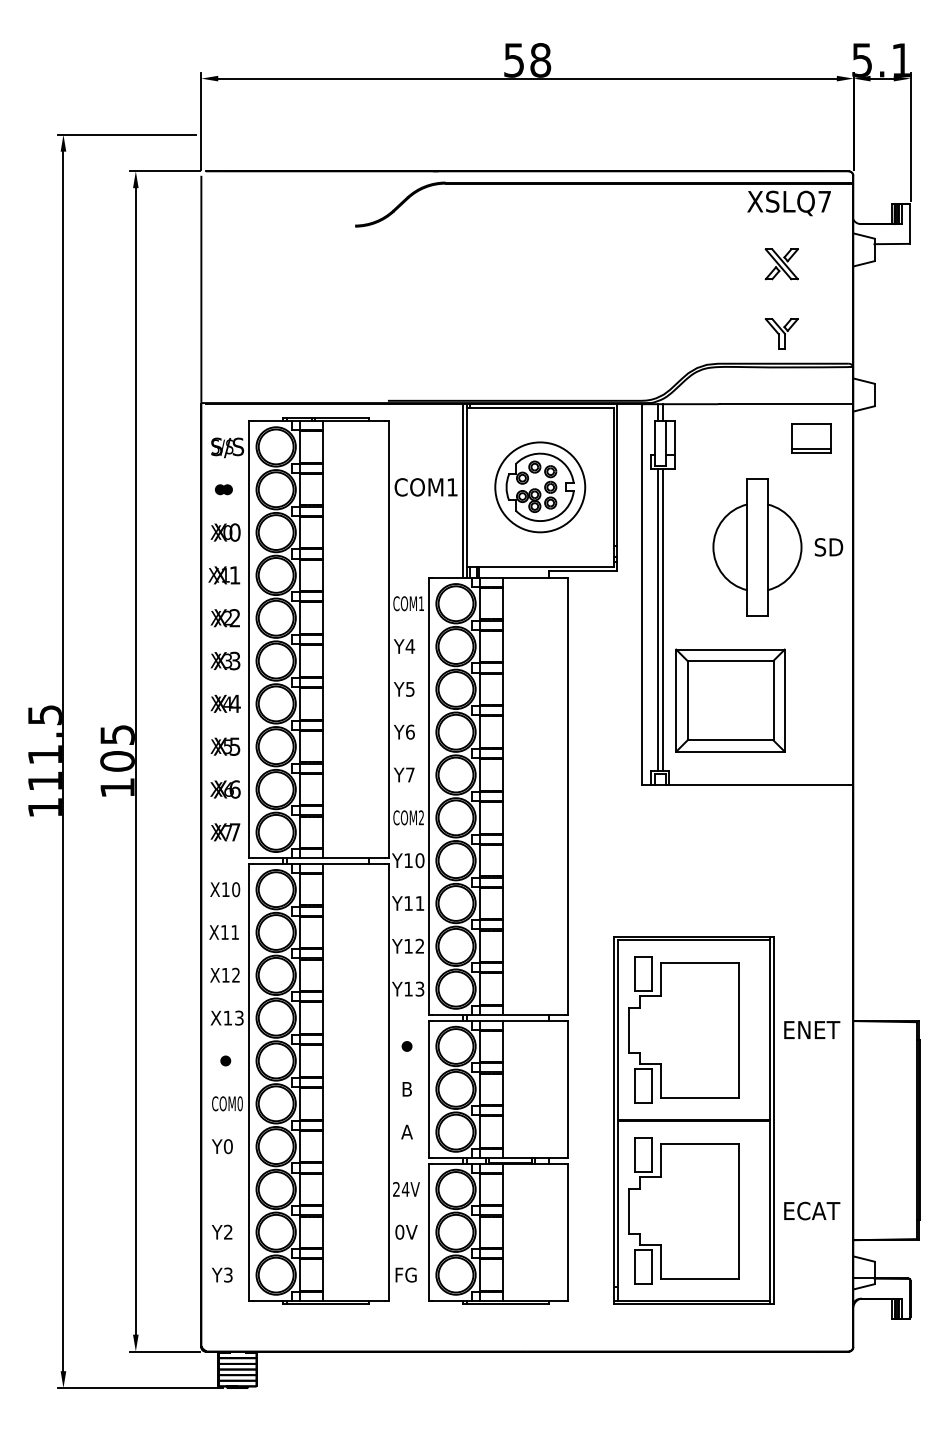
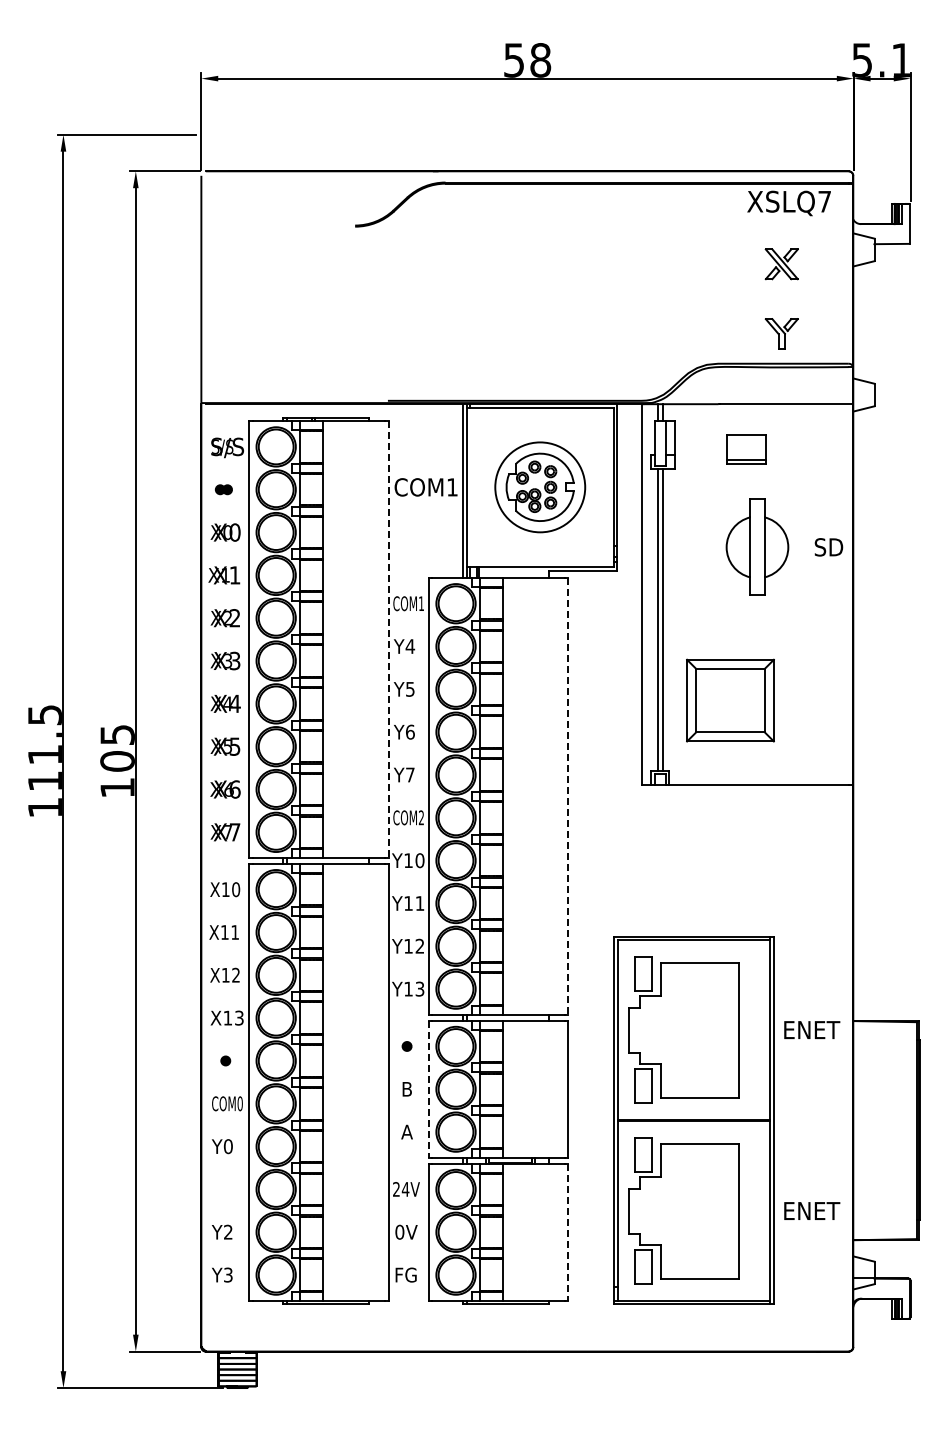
part at (811, 438) position: (811, 438) -> (746, 449)
part at (757, 547) size: 91x139 px -> 65x98 px
line at (388, 639): solid -> dashed
part at (730, 700) size: 111x105 px -> 89x85 px
line at (568, 796): solid -> dashed
line at (429, 1089): solid -> dashed
text at (811, 1210): ECAT -> ENET
line at (568, 1232): solid -> dashed
